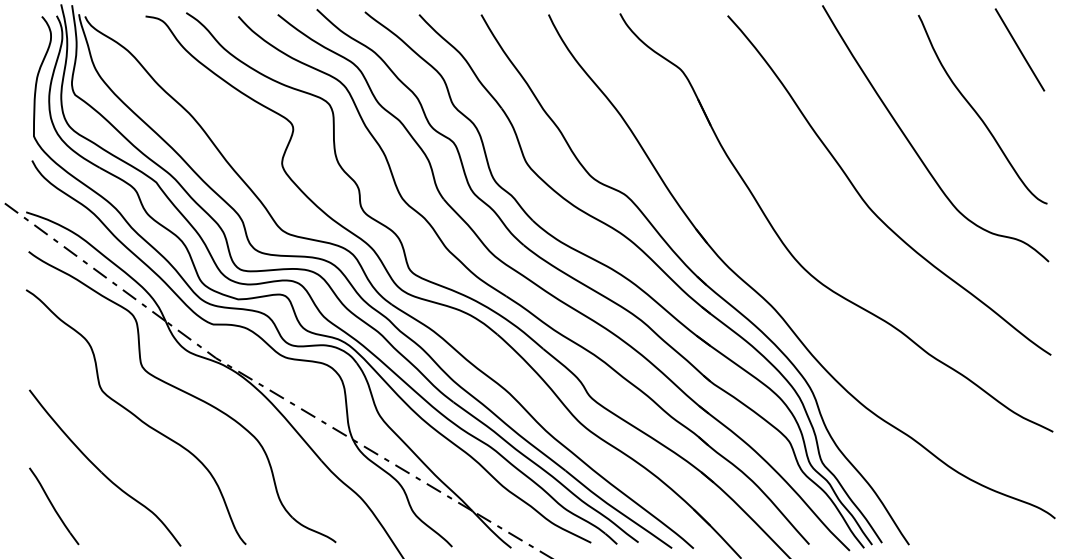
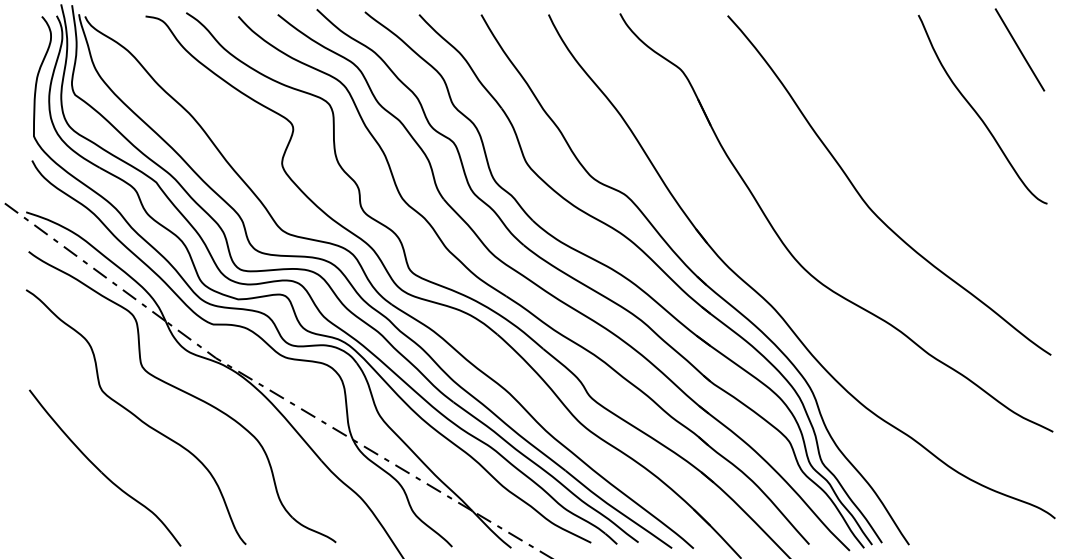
curve at (913, 146): present -> none
part at (54, 506): present -> none
